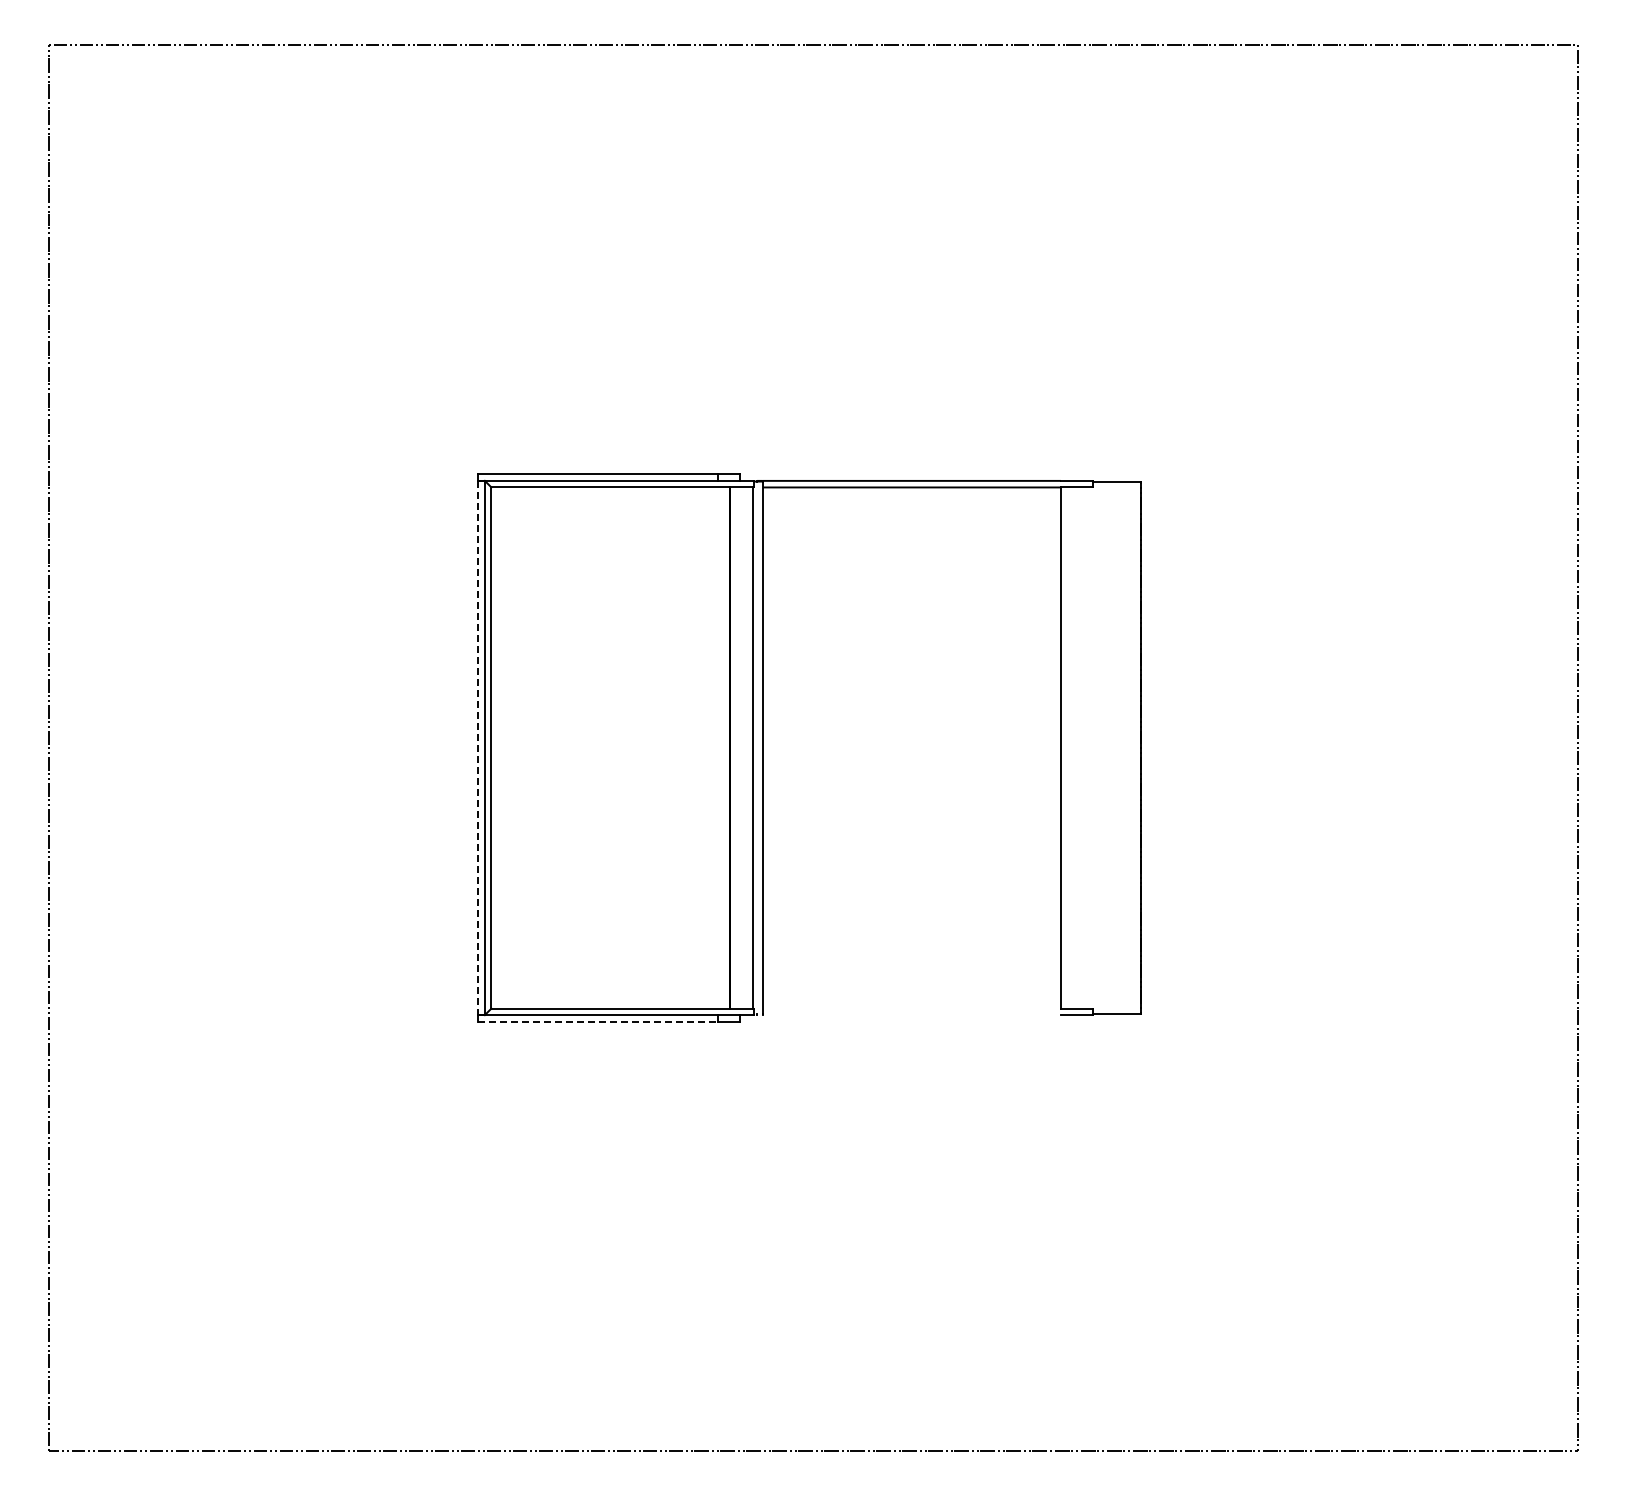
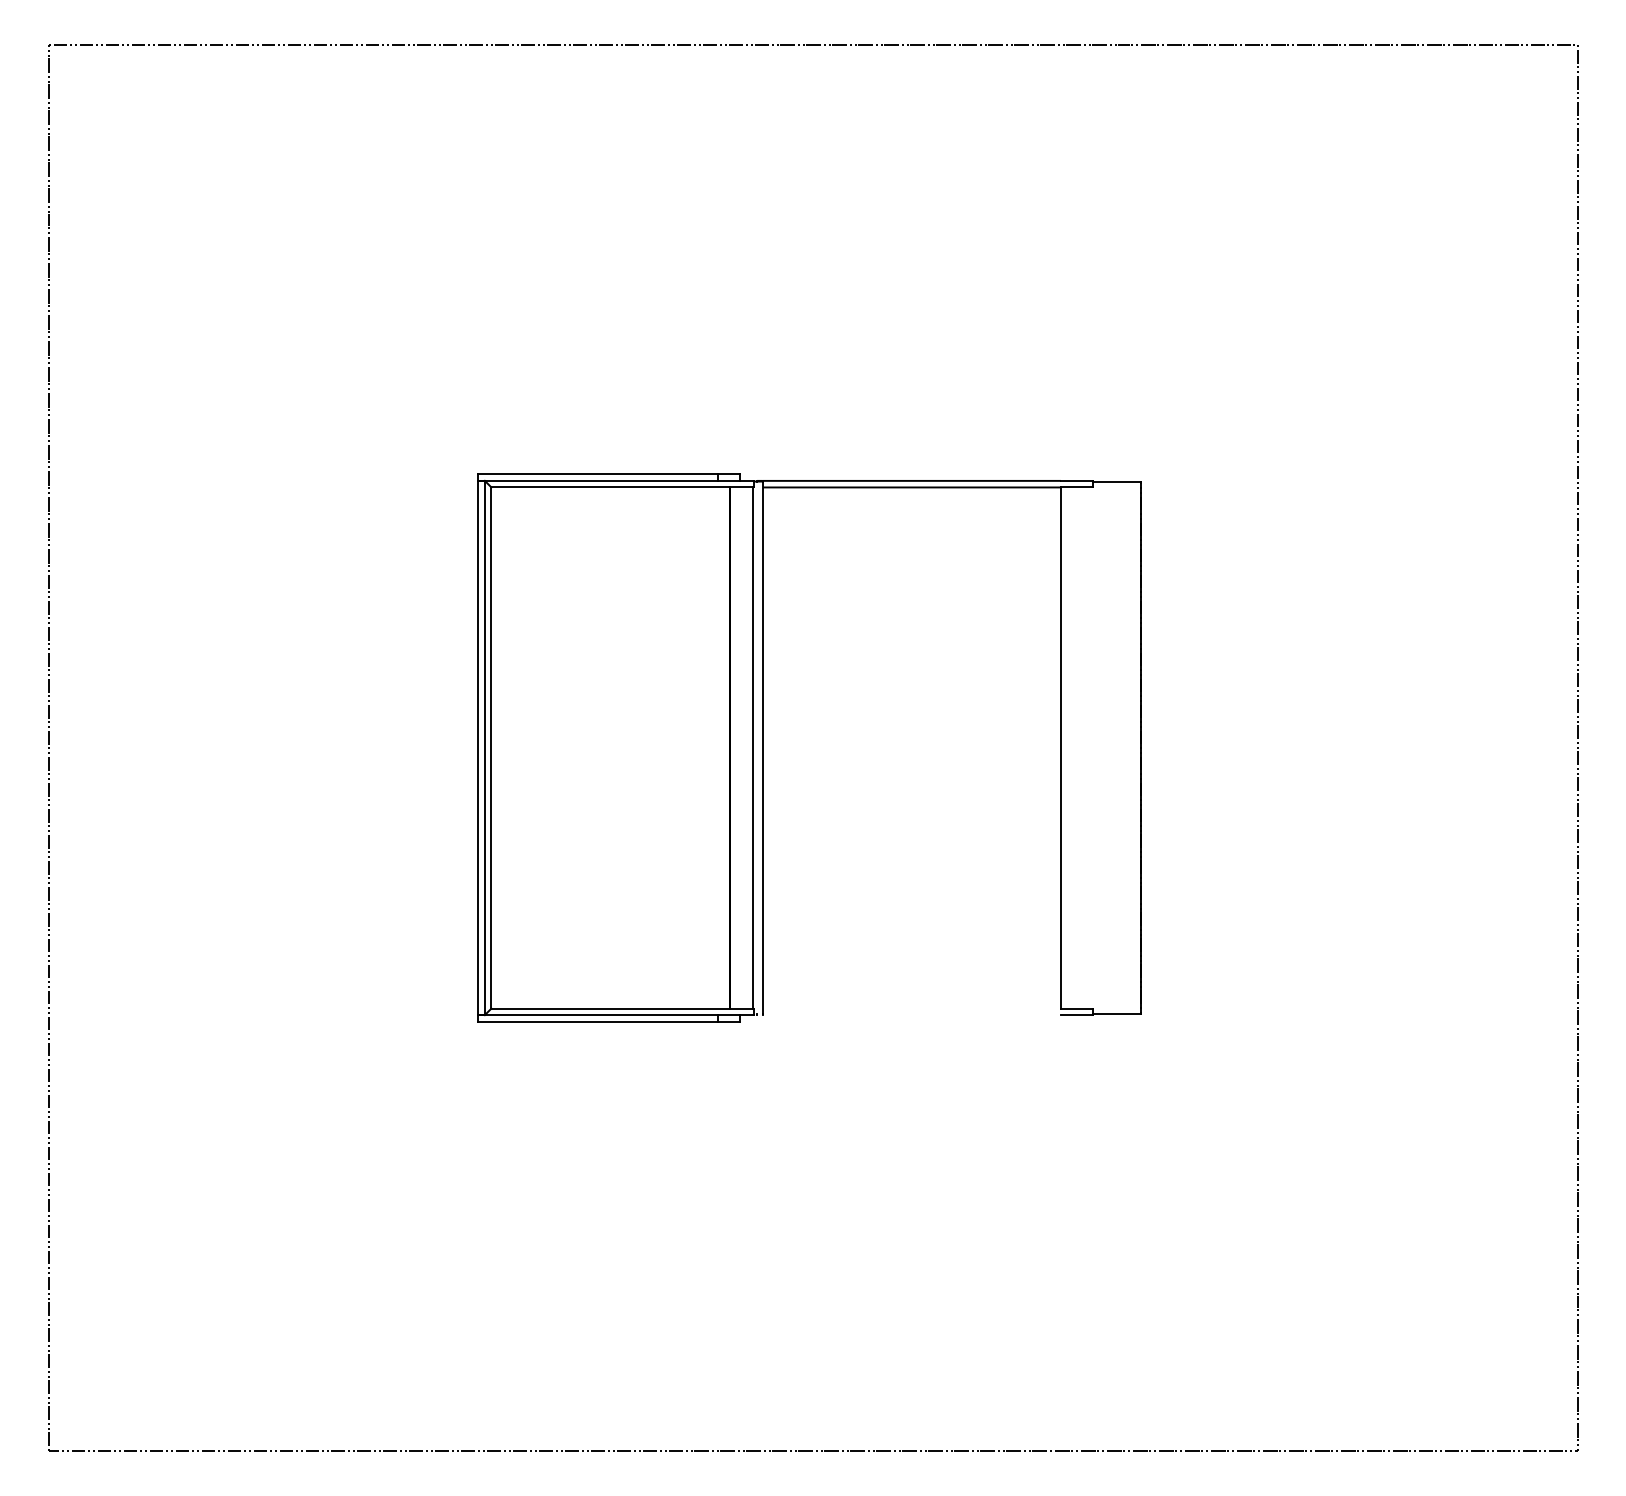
line at (478, 748): dashed -> solid
line at (598, 1021): dashed -> solid
